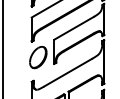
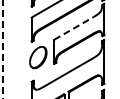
line at (74, 28): solid -> dashed
line at (3, 49): solid -> dashed
